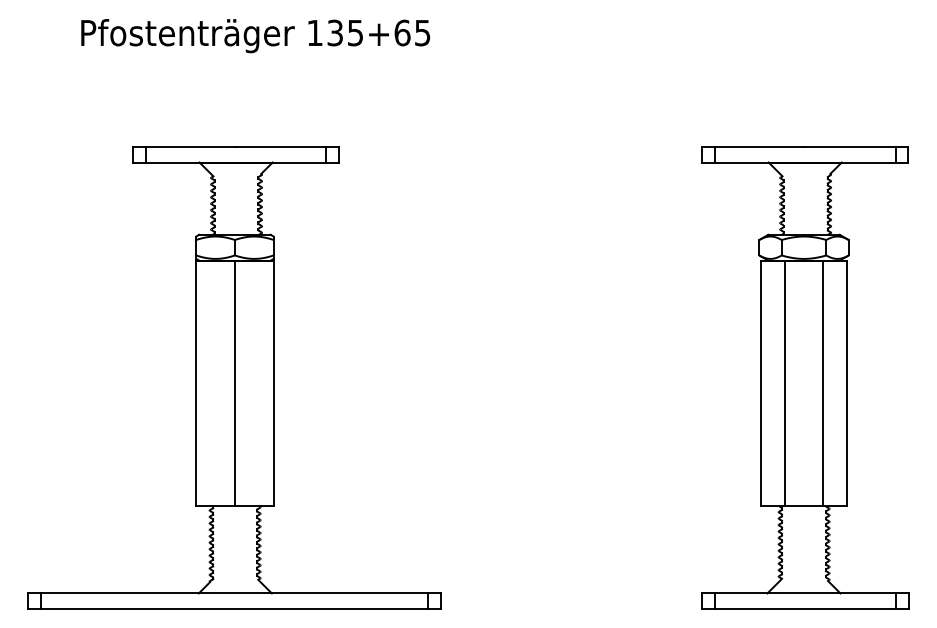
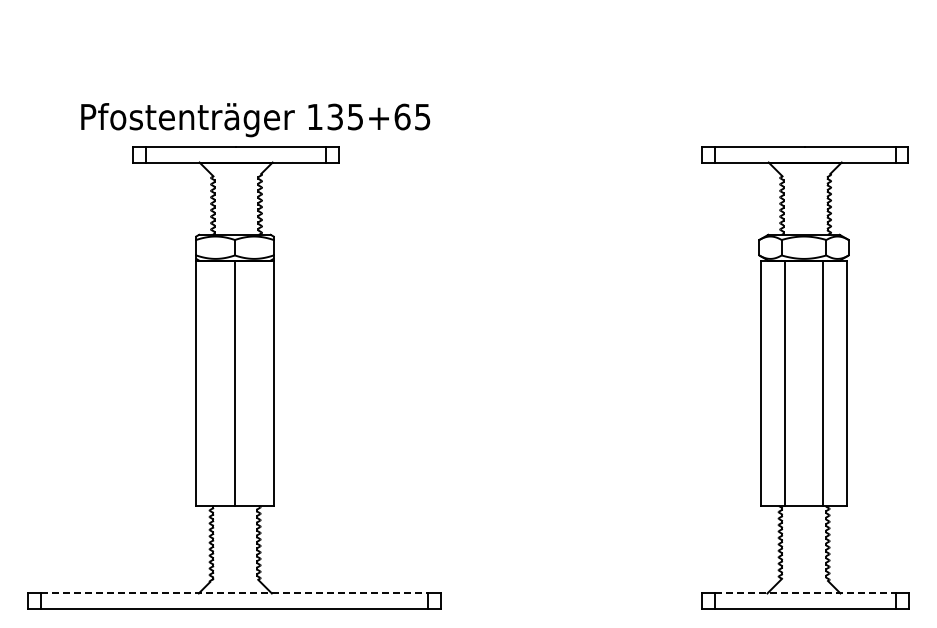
text at (255, 36) position: (255, 36) -> (255, 120)
line at (234, 593): solid -> dashed
line at (806, 593): solid -> dashed
